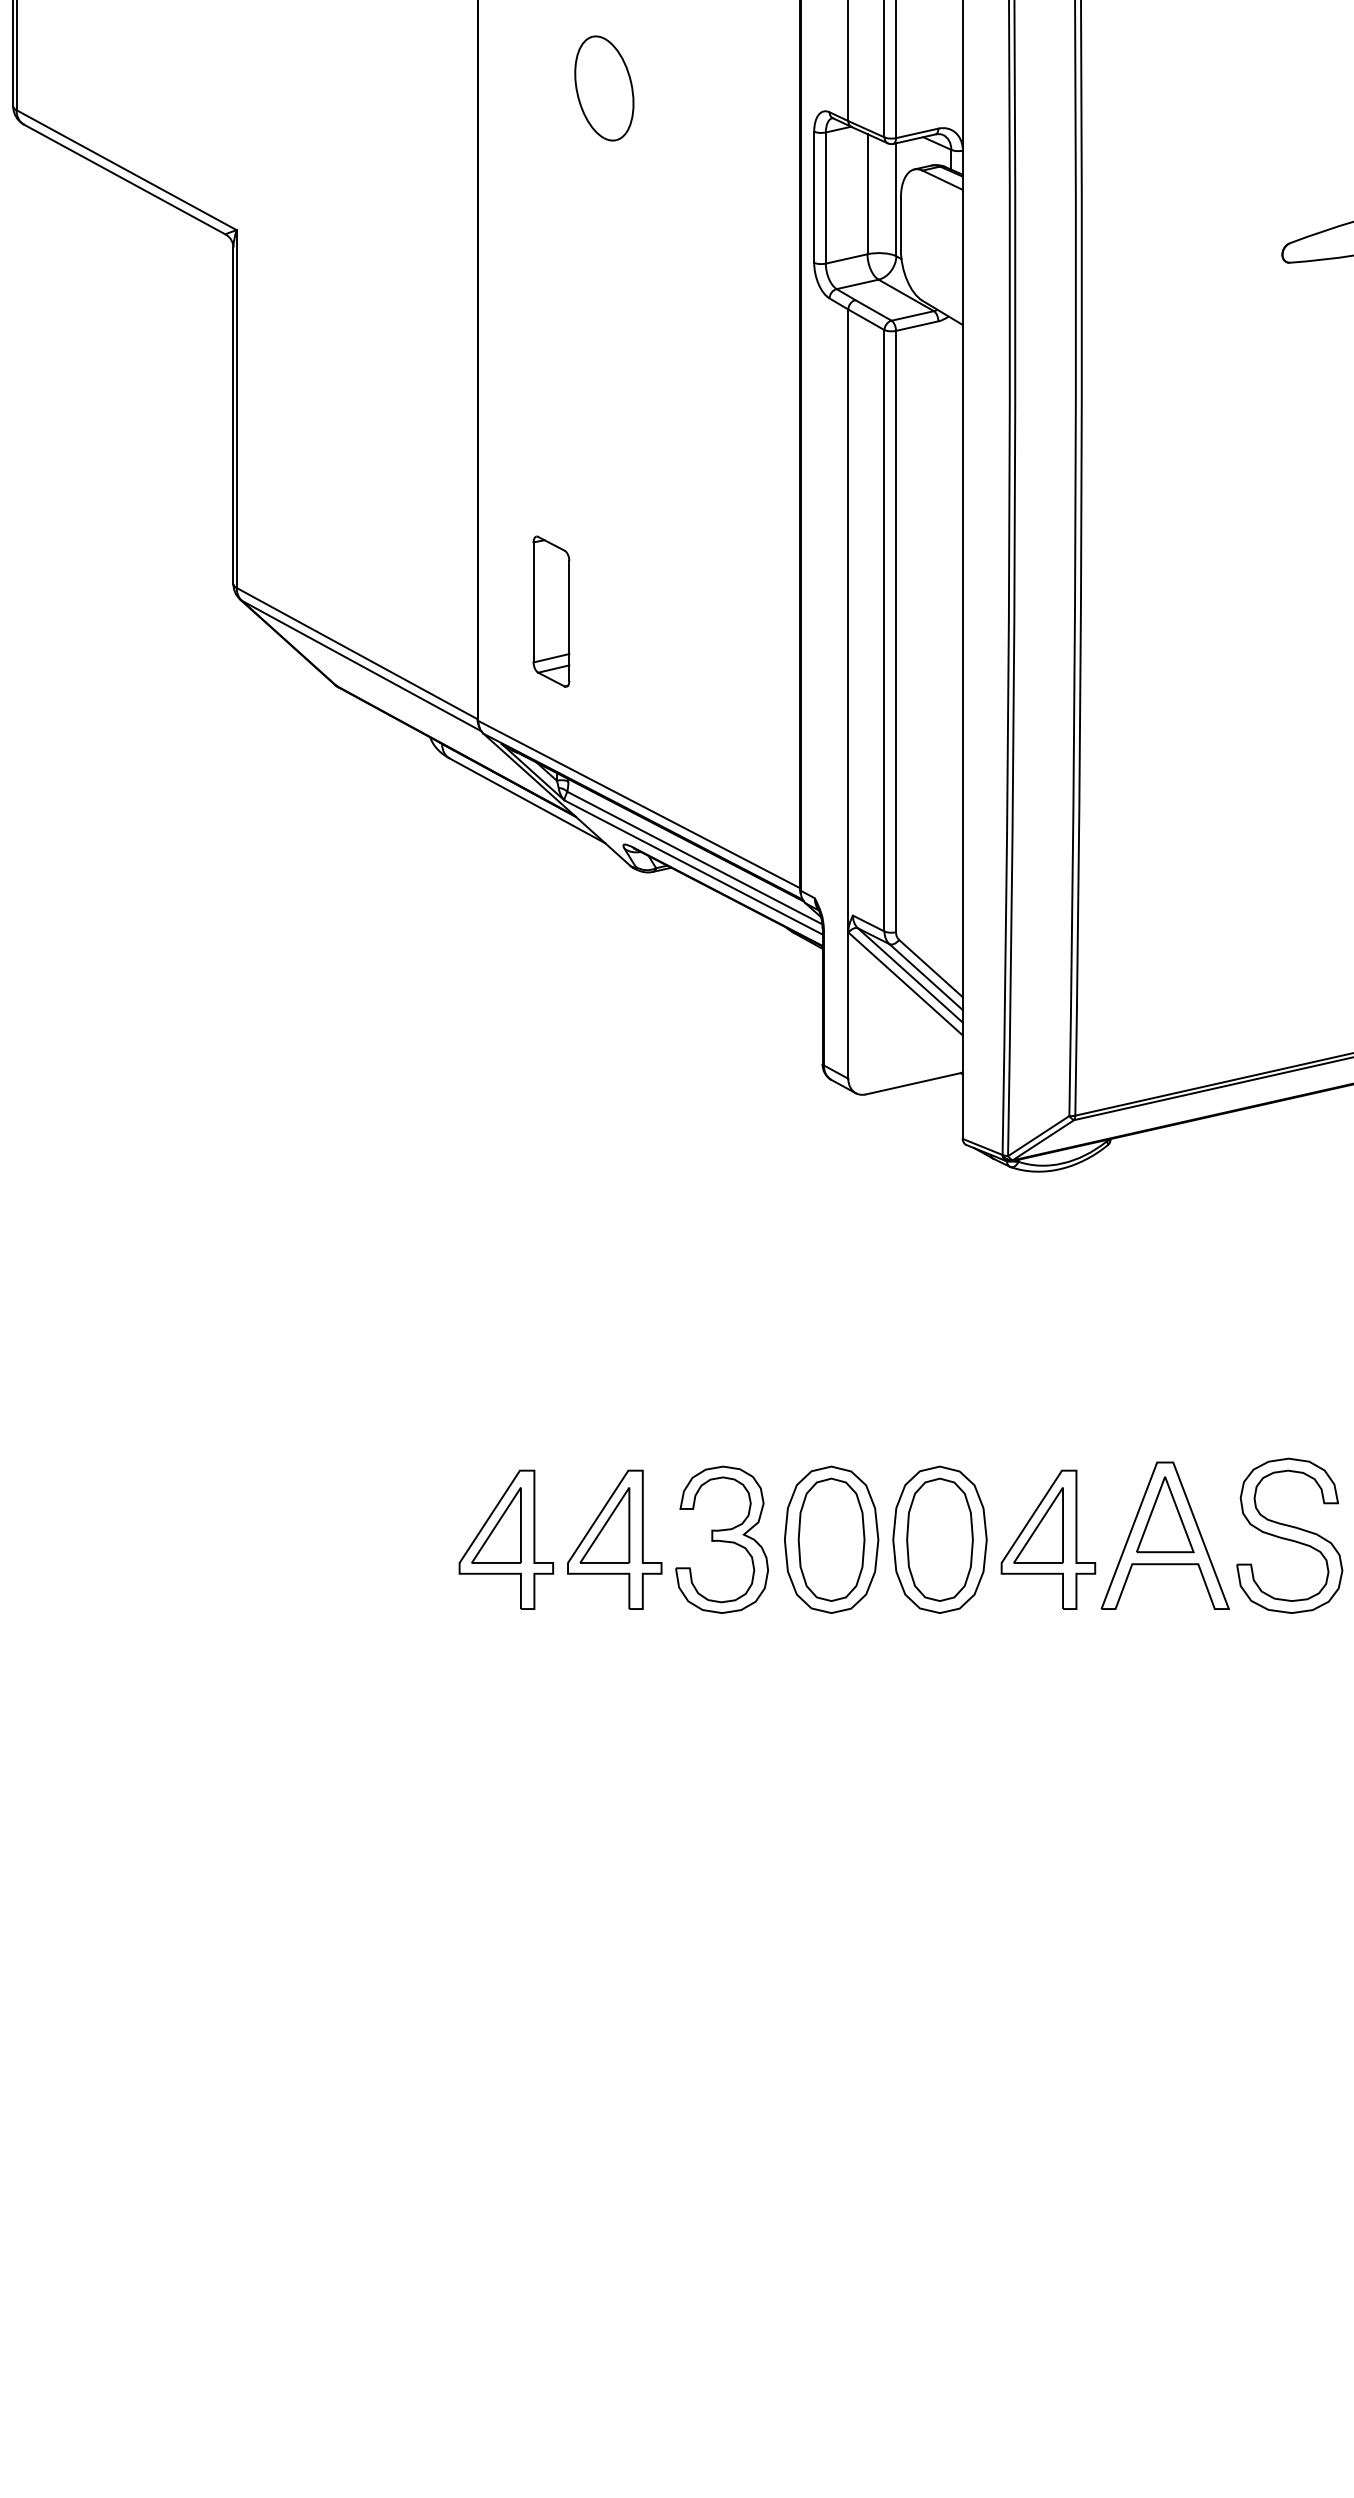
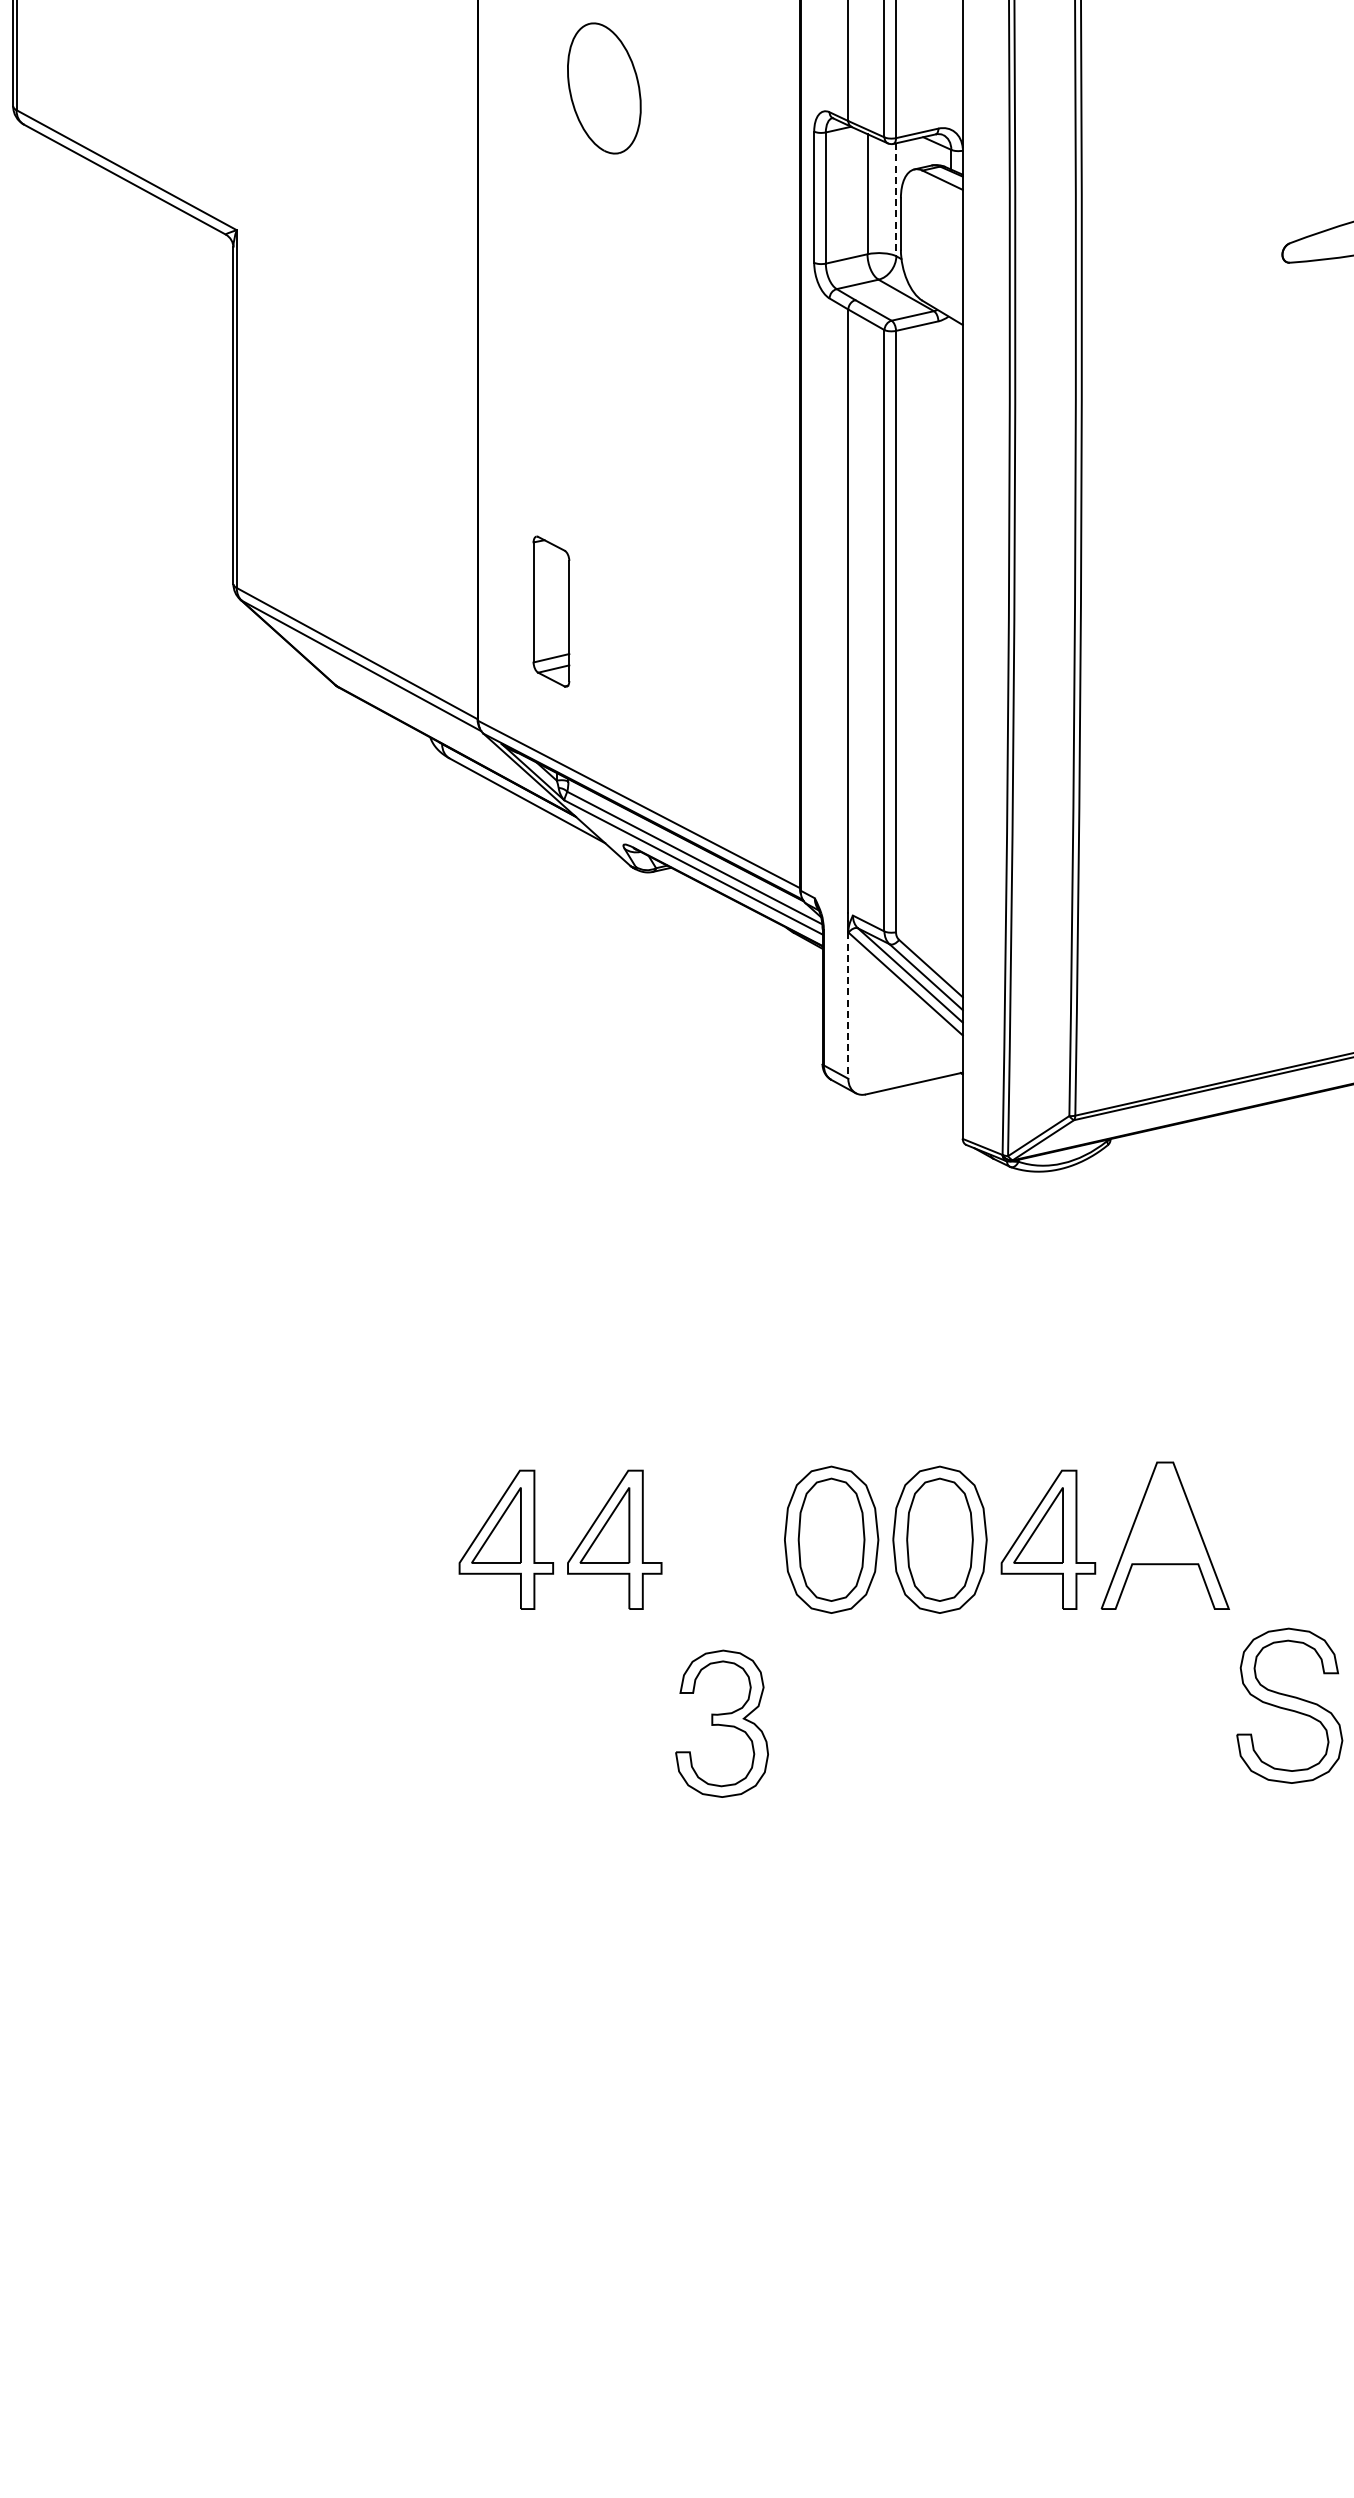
part at (604, 88) size: 61x107 px -> 75x133 px
line at (896, 199): solid -> dashed
line at (848, 1006): solid -> dashed
part at (1165, 1514): present -> none
part at (1289, 1535) position: (1289, 1535) -> (1289, 1705)
part at (721, 1539) position: (721, 1539) -> (721, 1723)
